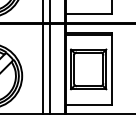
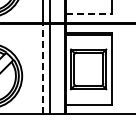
line at (89, 13): solid -> dashed
line at (42, 68): solid -> dashed
